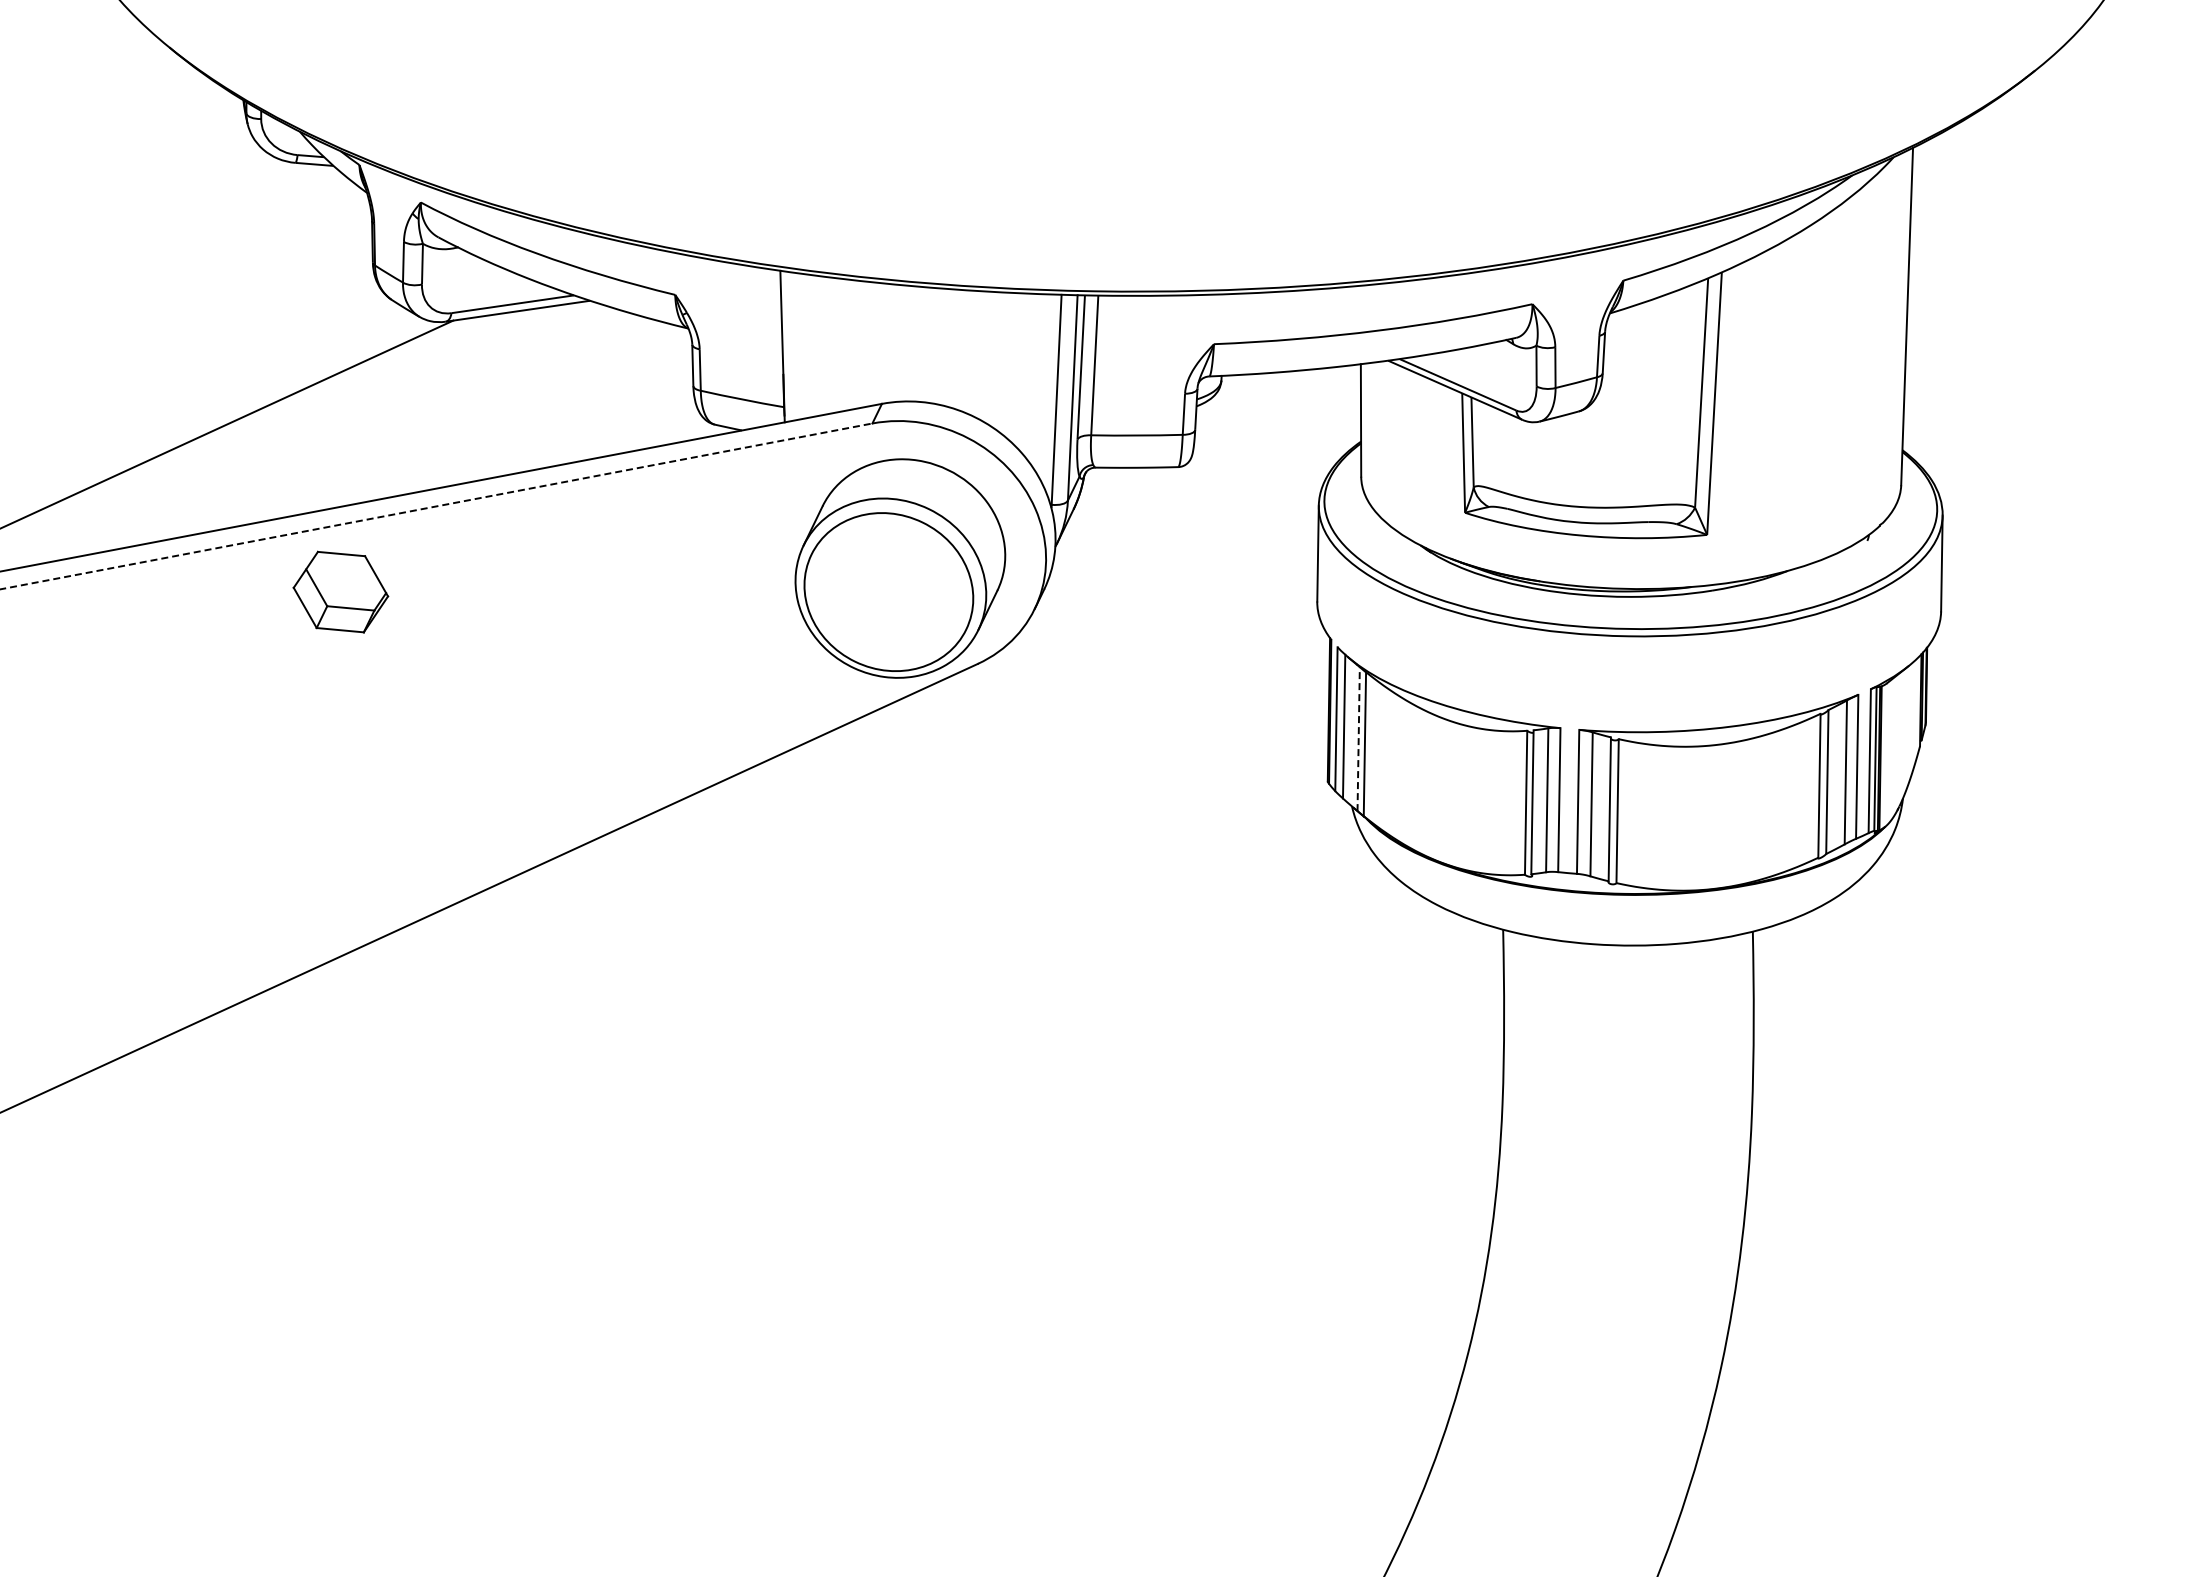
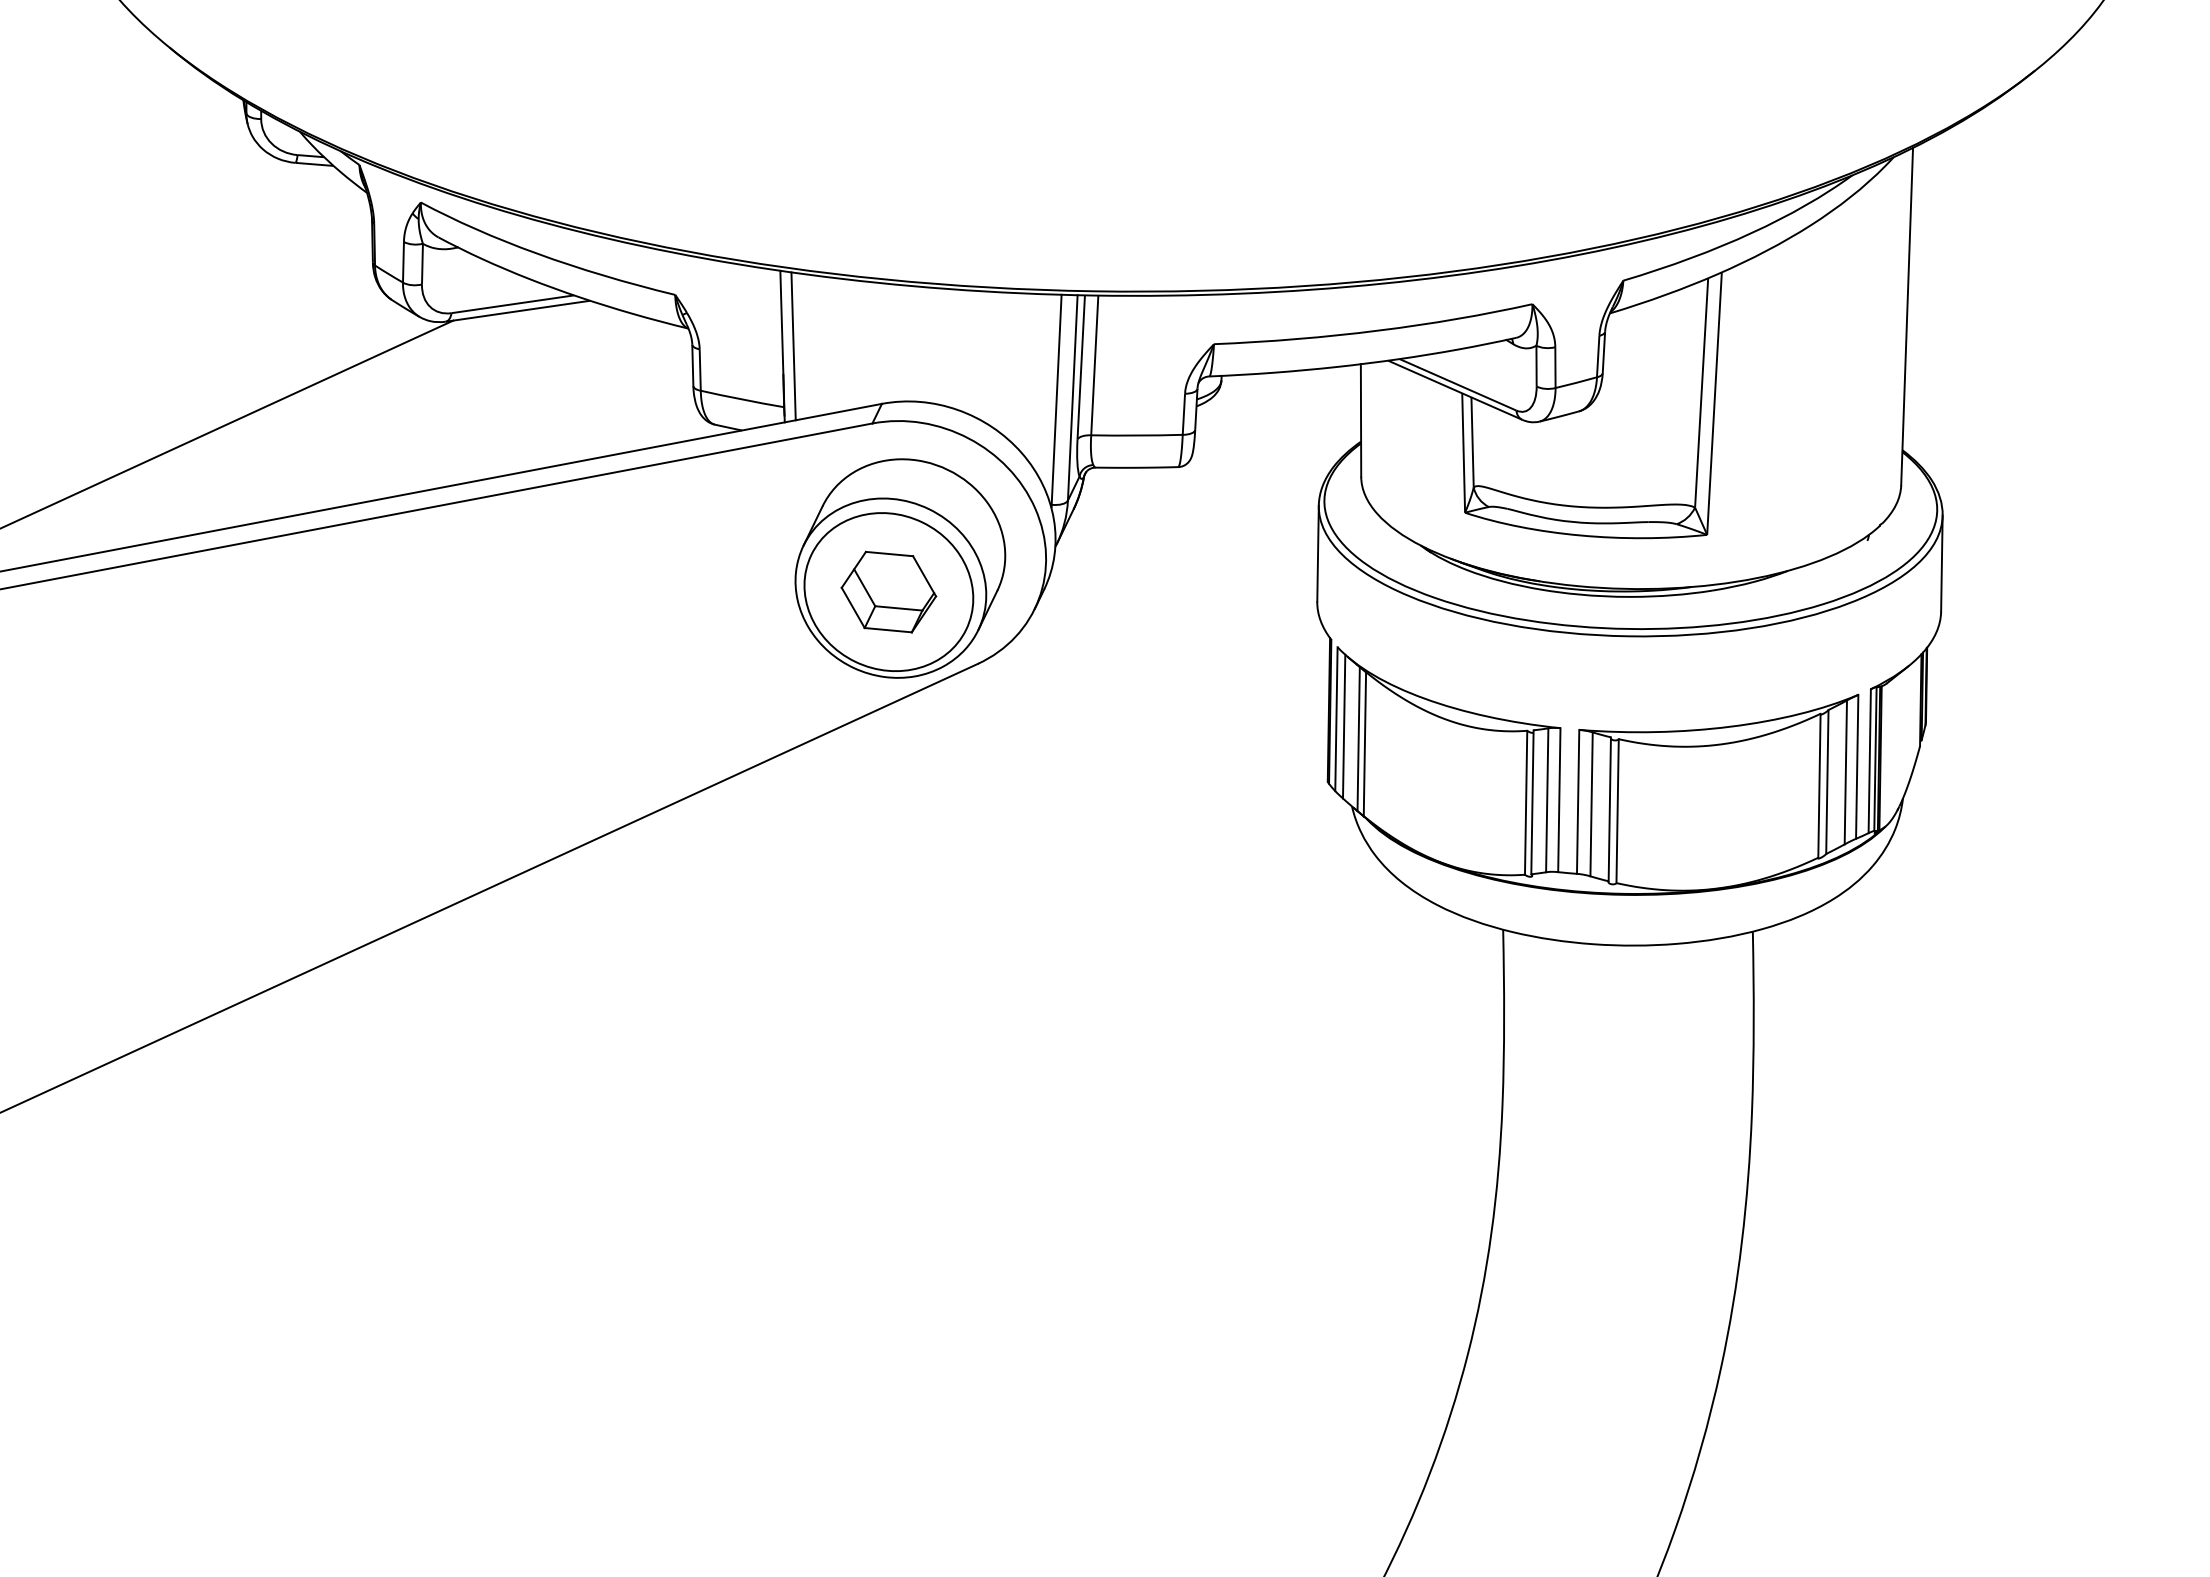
line at (793, 346): none -> present
line at (436, 506): dashed -> solid
part at (340, 591) position: (340, 591) -> (888, 591)
line at (1358, 739): dashed -> solid
